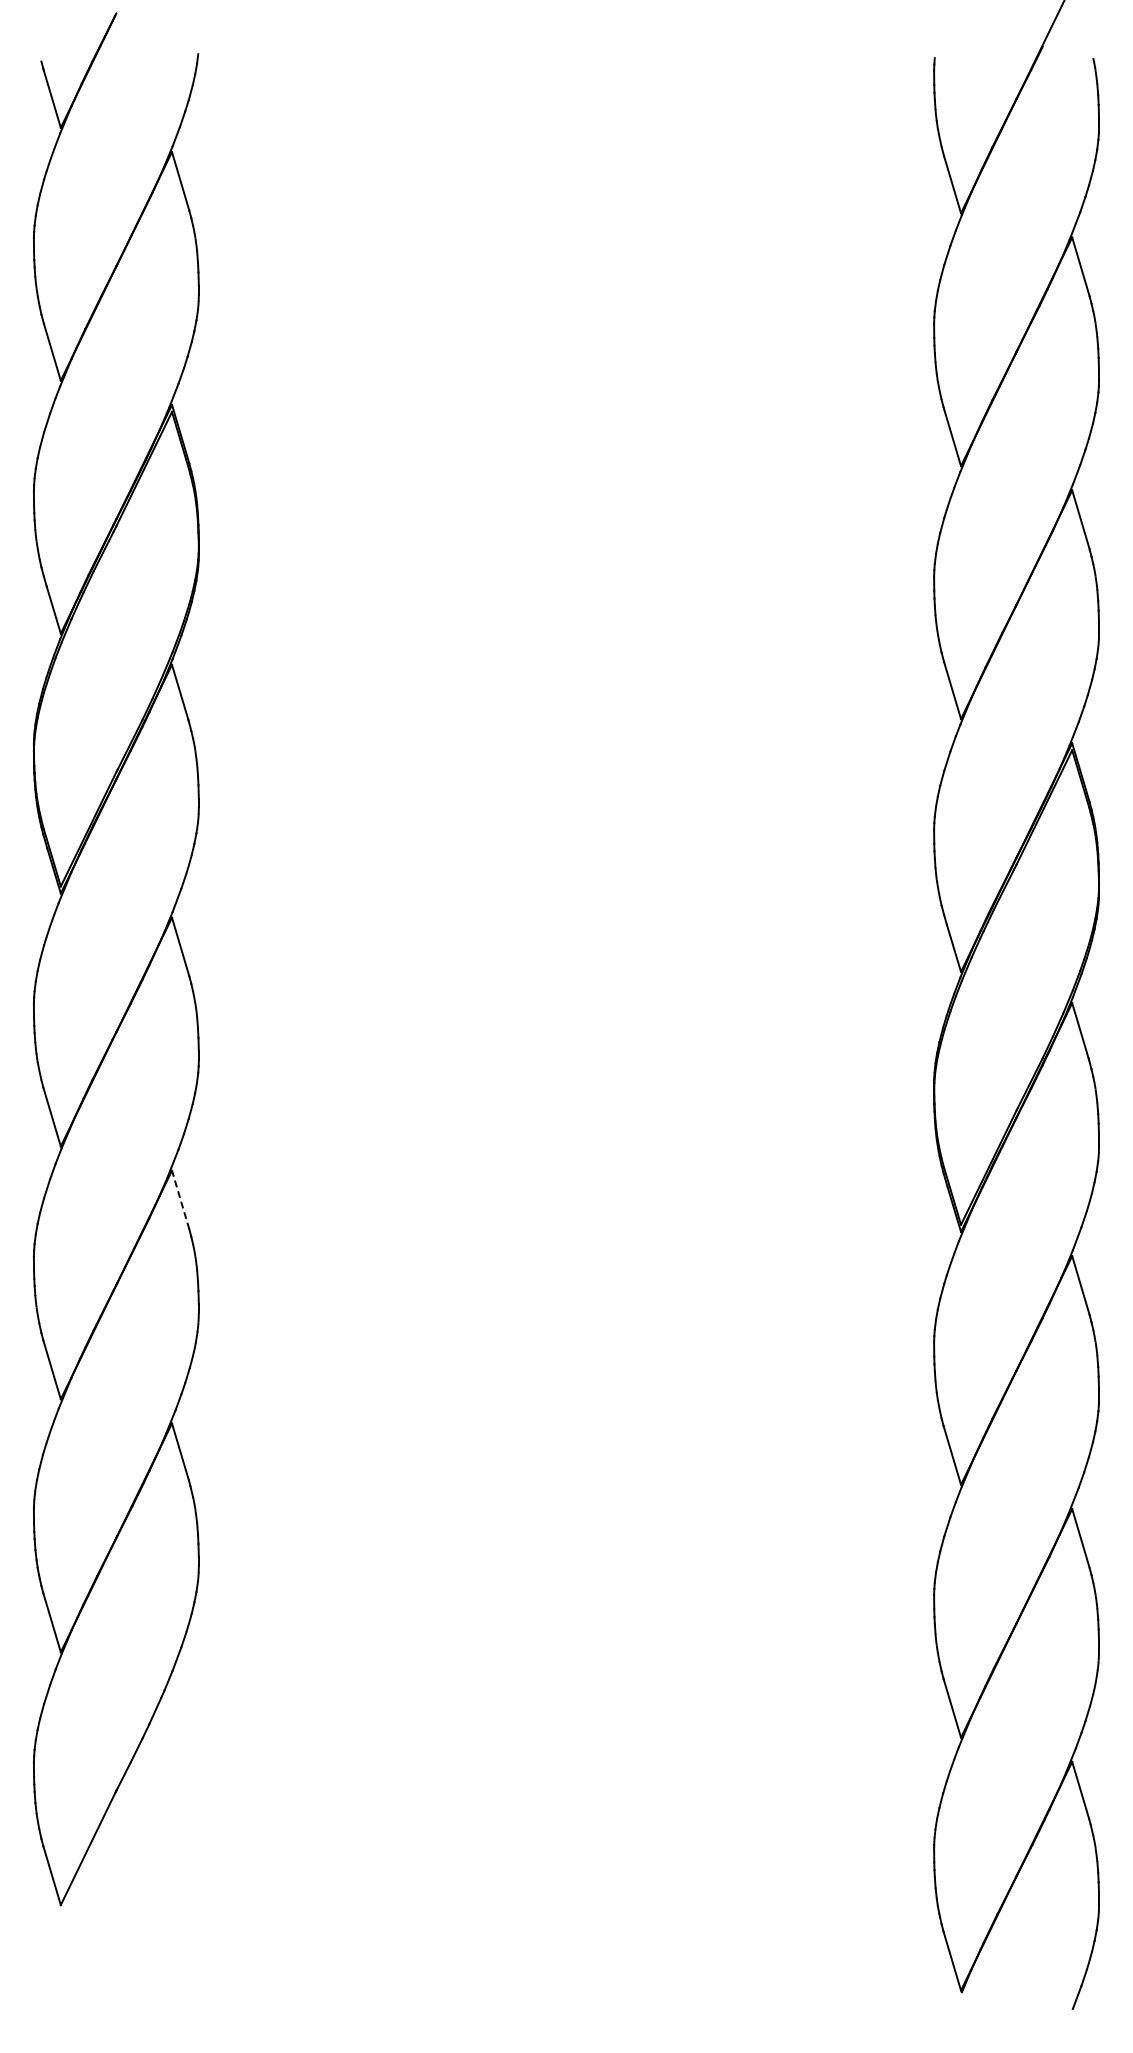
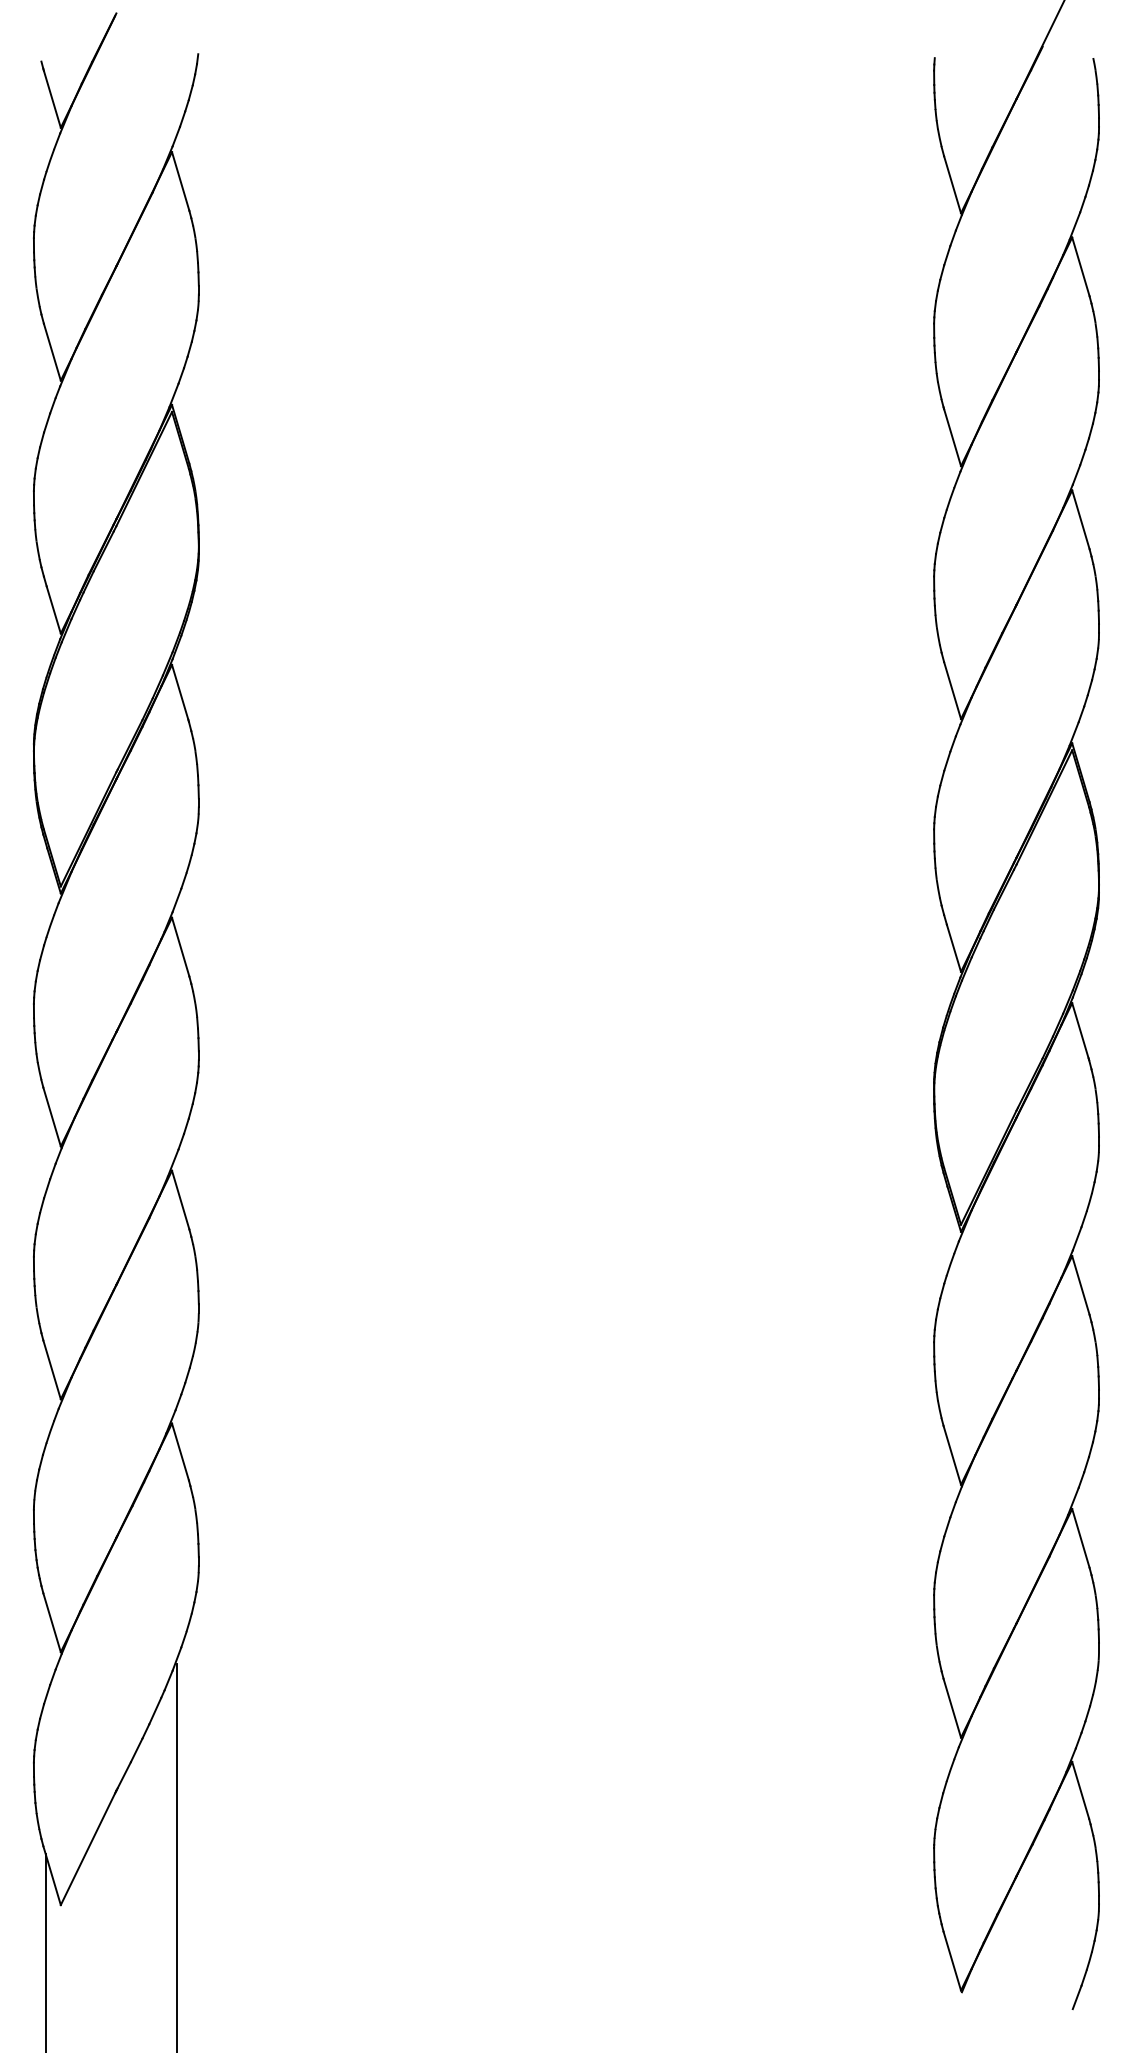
line at (180, 1200): dashed -> solid
line at (176, 1856): none -> present
line at (45, 1951): none -> present
